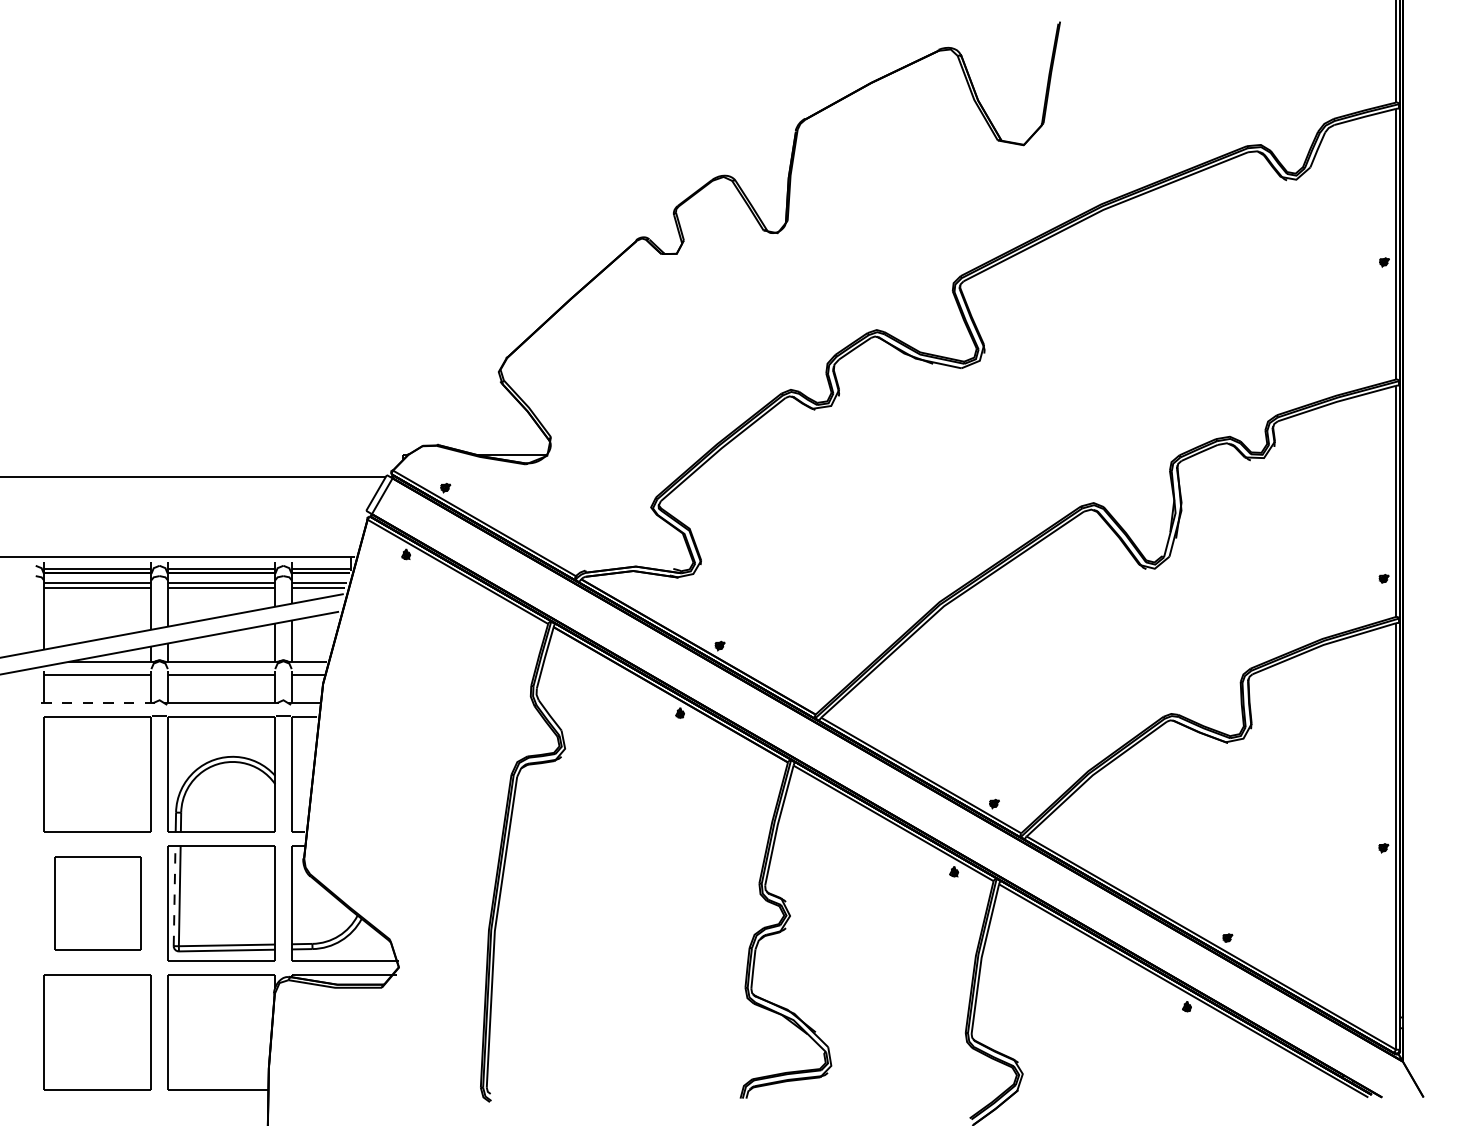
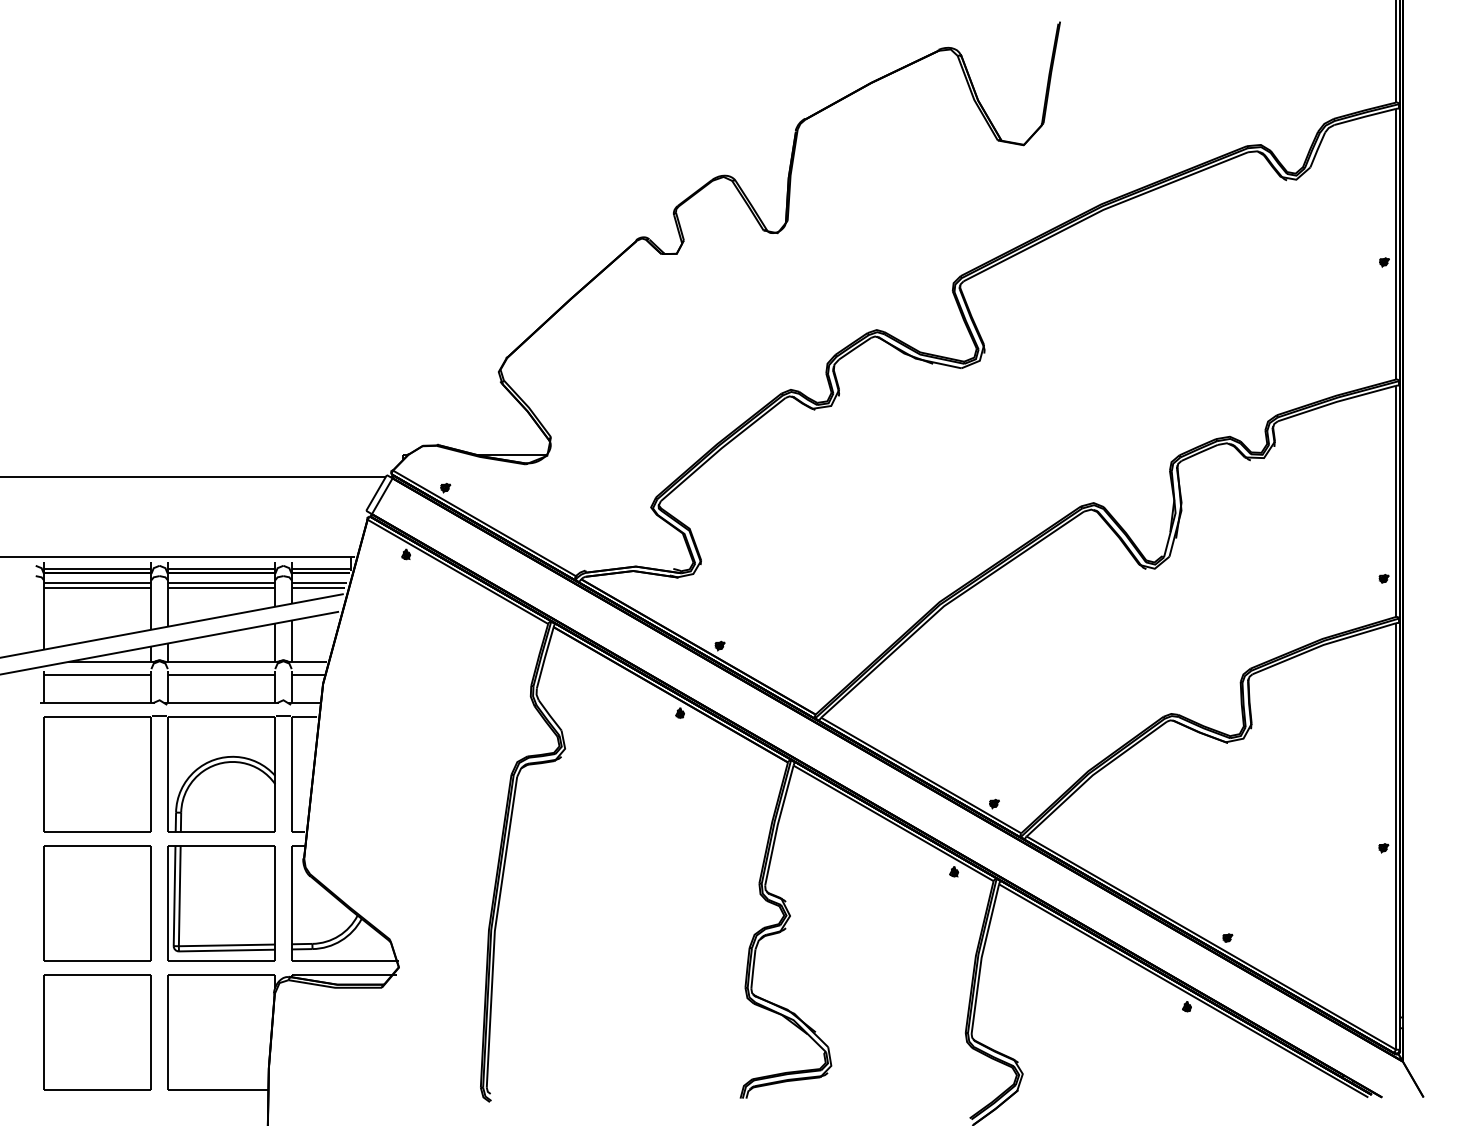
line at (97, 703): dashed -> solid
line at (174, 895): dashed -> solid
part at (97, 903) size: 88x95 px -> 109x117 px
